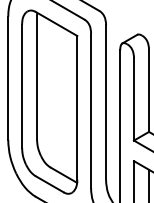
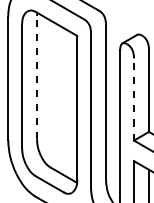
line at (37, 77): solid -> dashed
line at (134, 99): solid -> dashed
